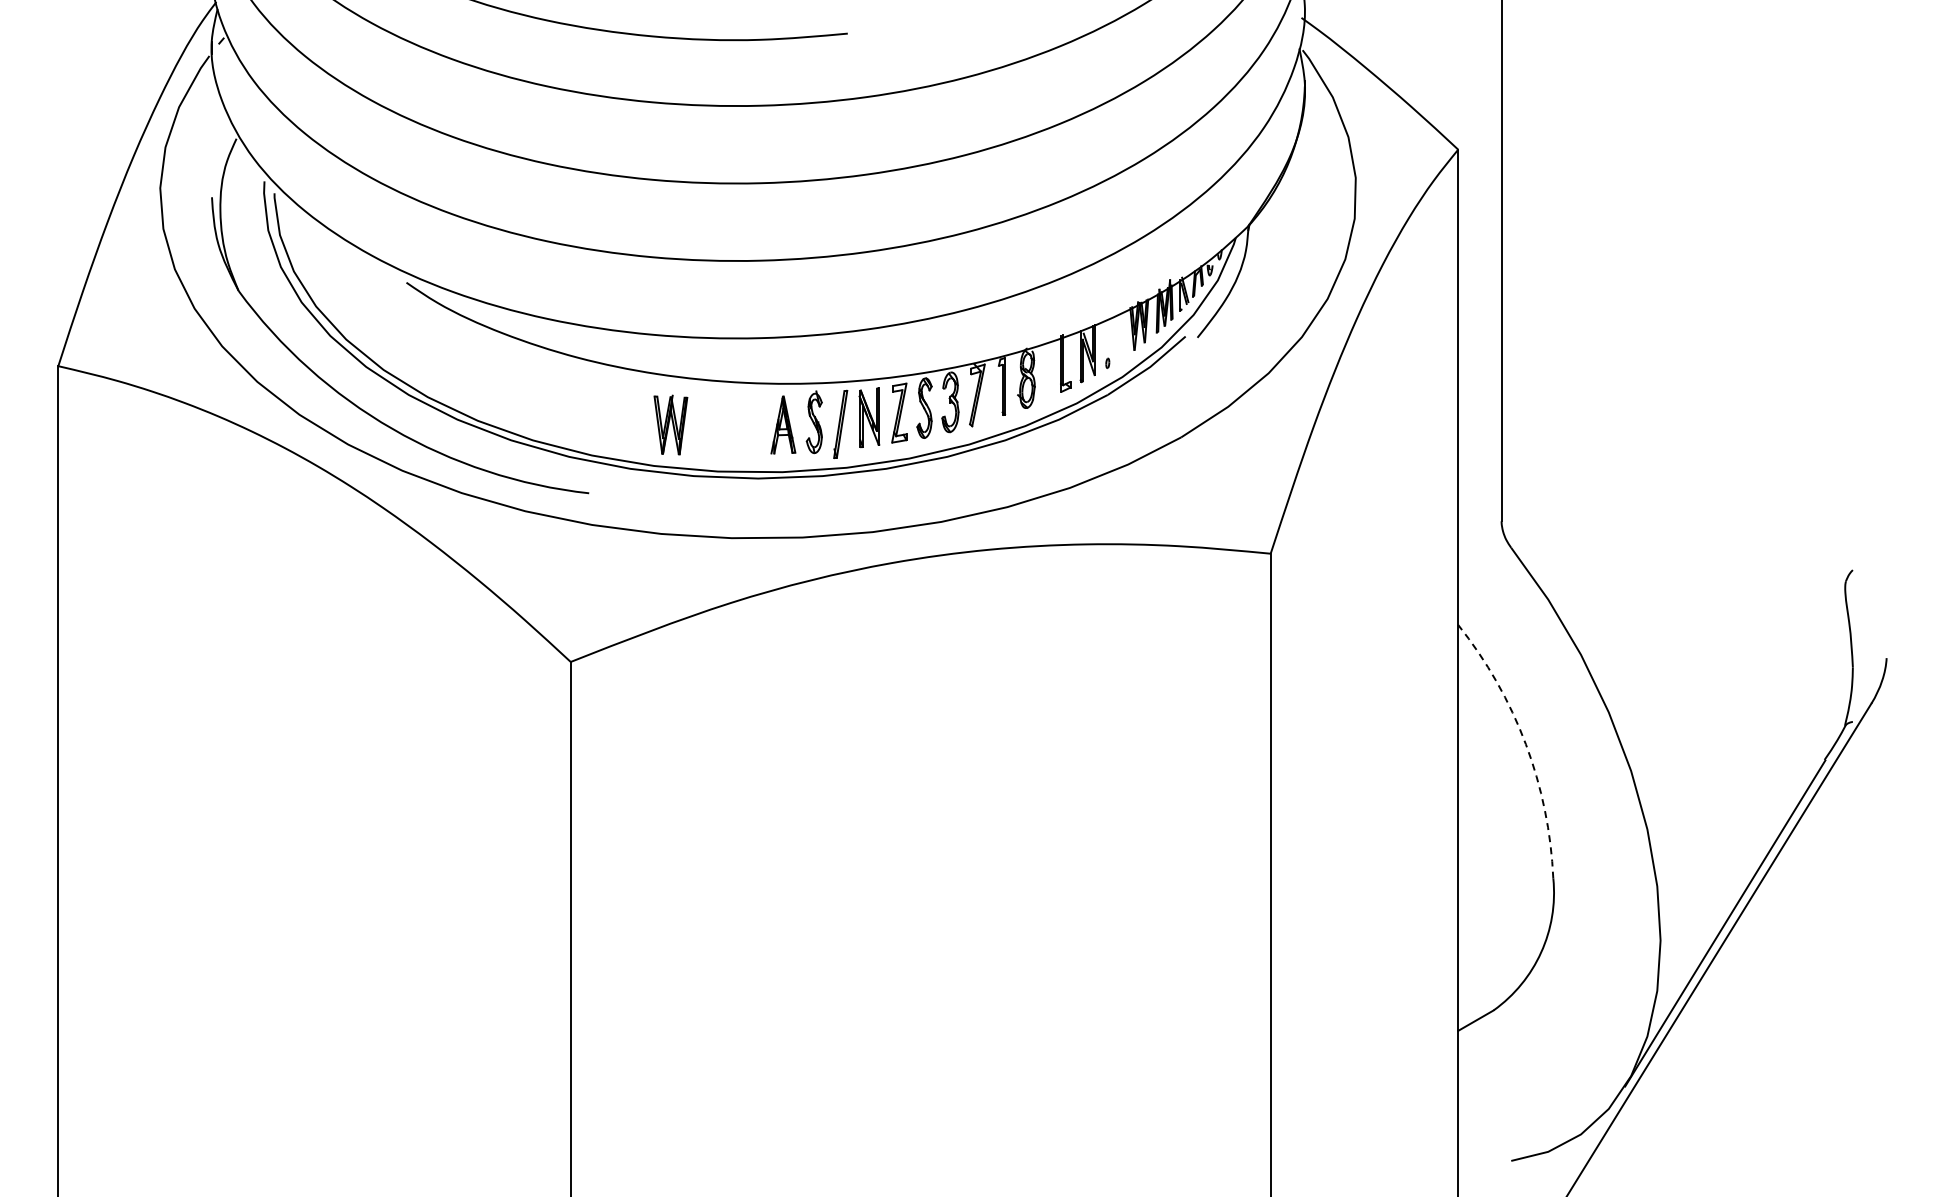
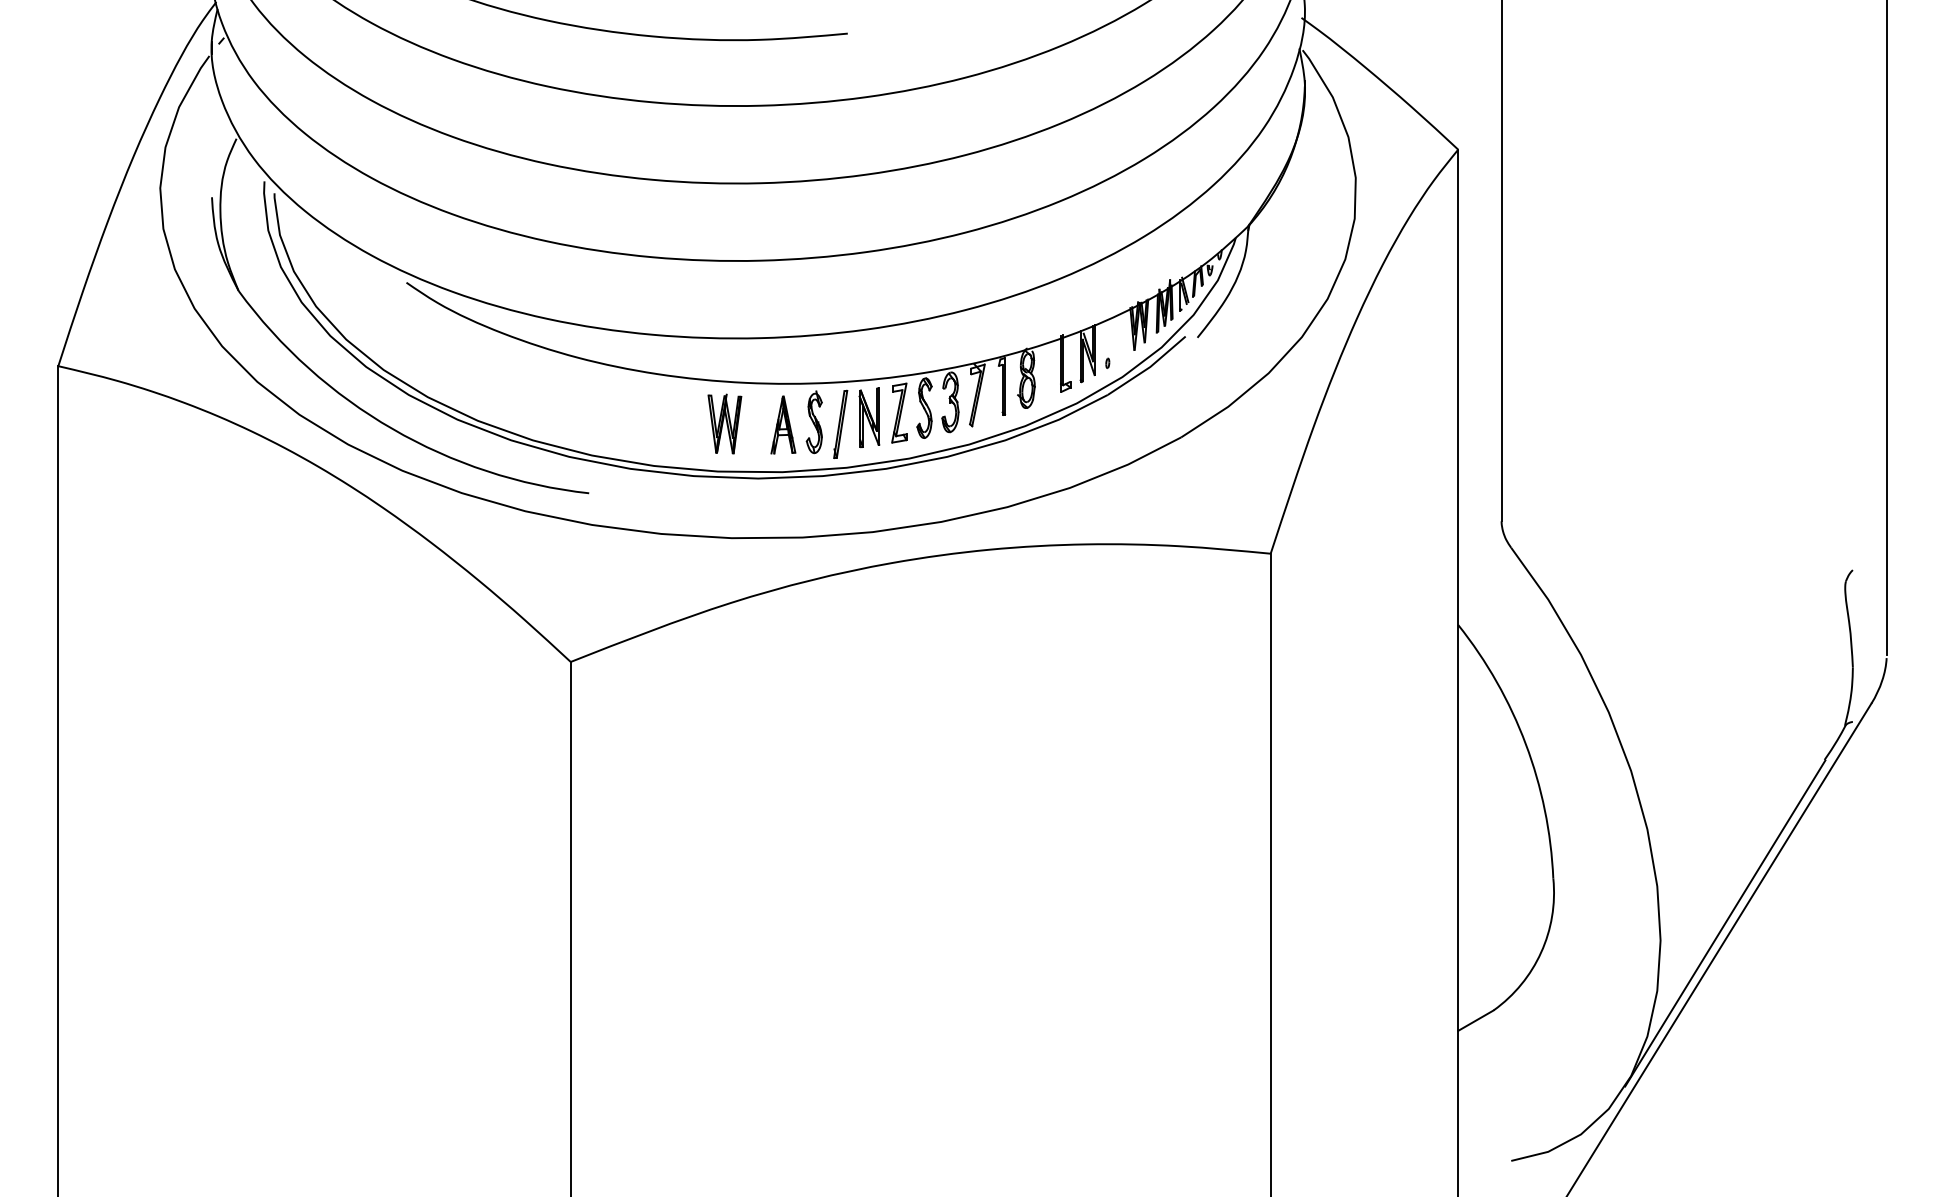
line at (1886, 328): none -> present
part at (670, 424) position: (670, 424) -> (724, 423)
arc at (1525, 744): dashed -> solid
